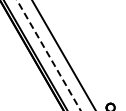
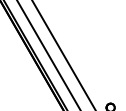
line at (49, 56): dashed -> solid
